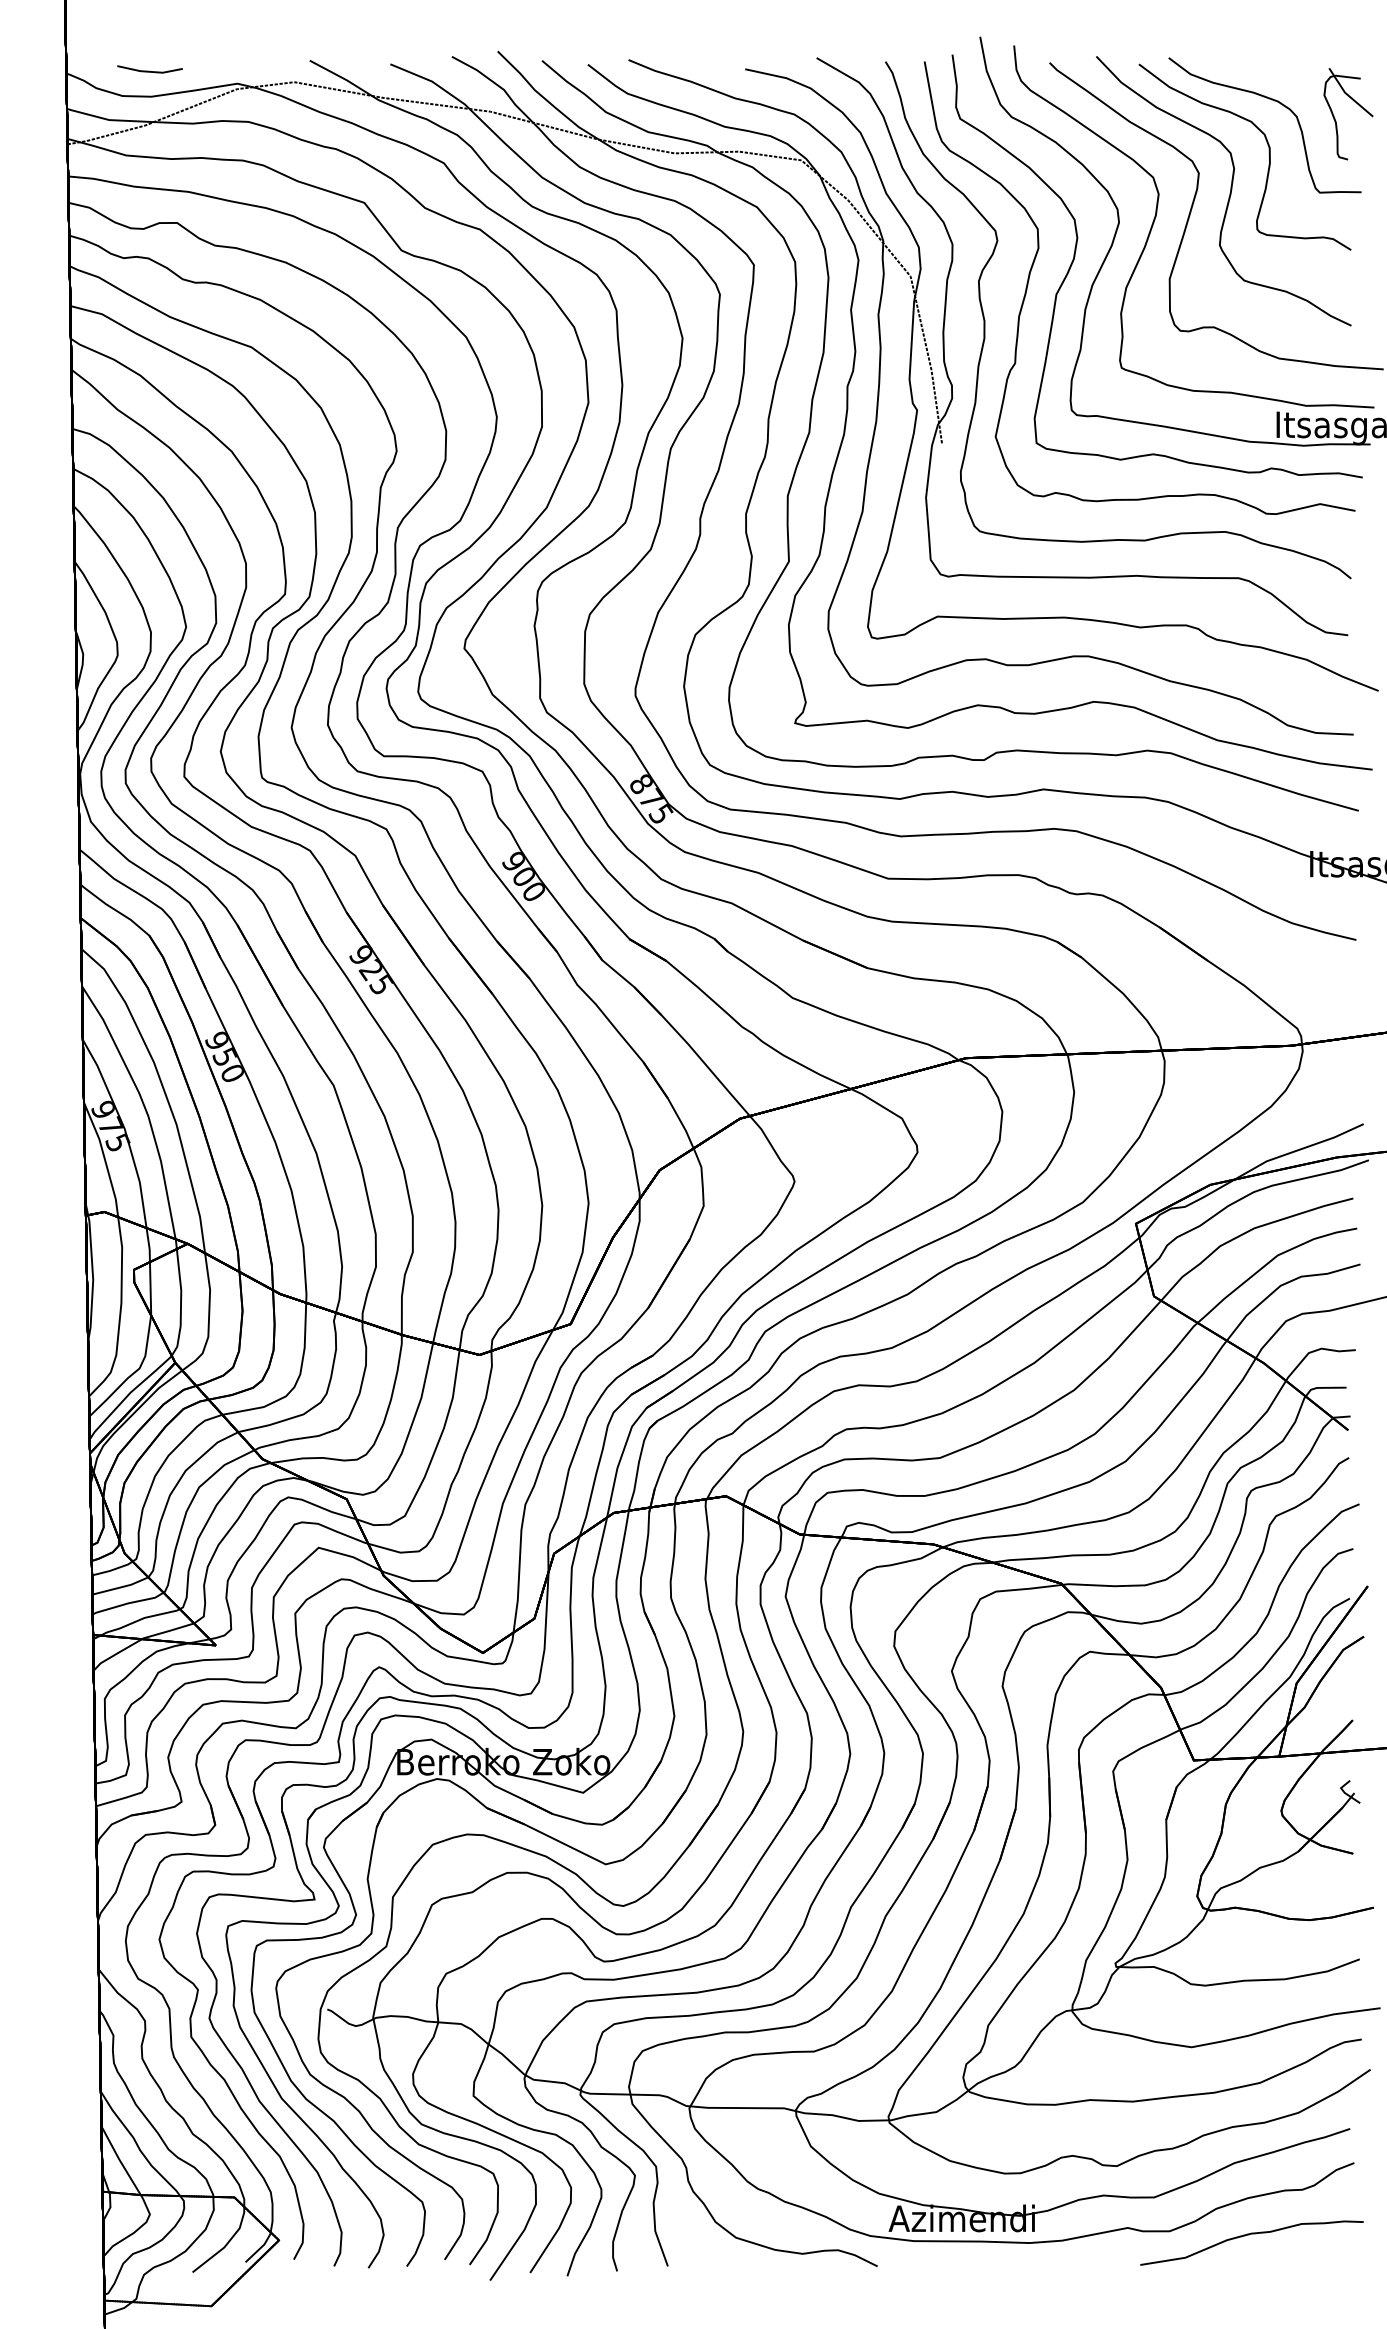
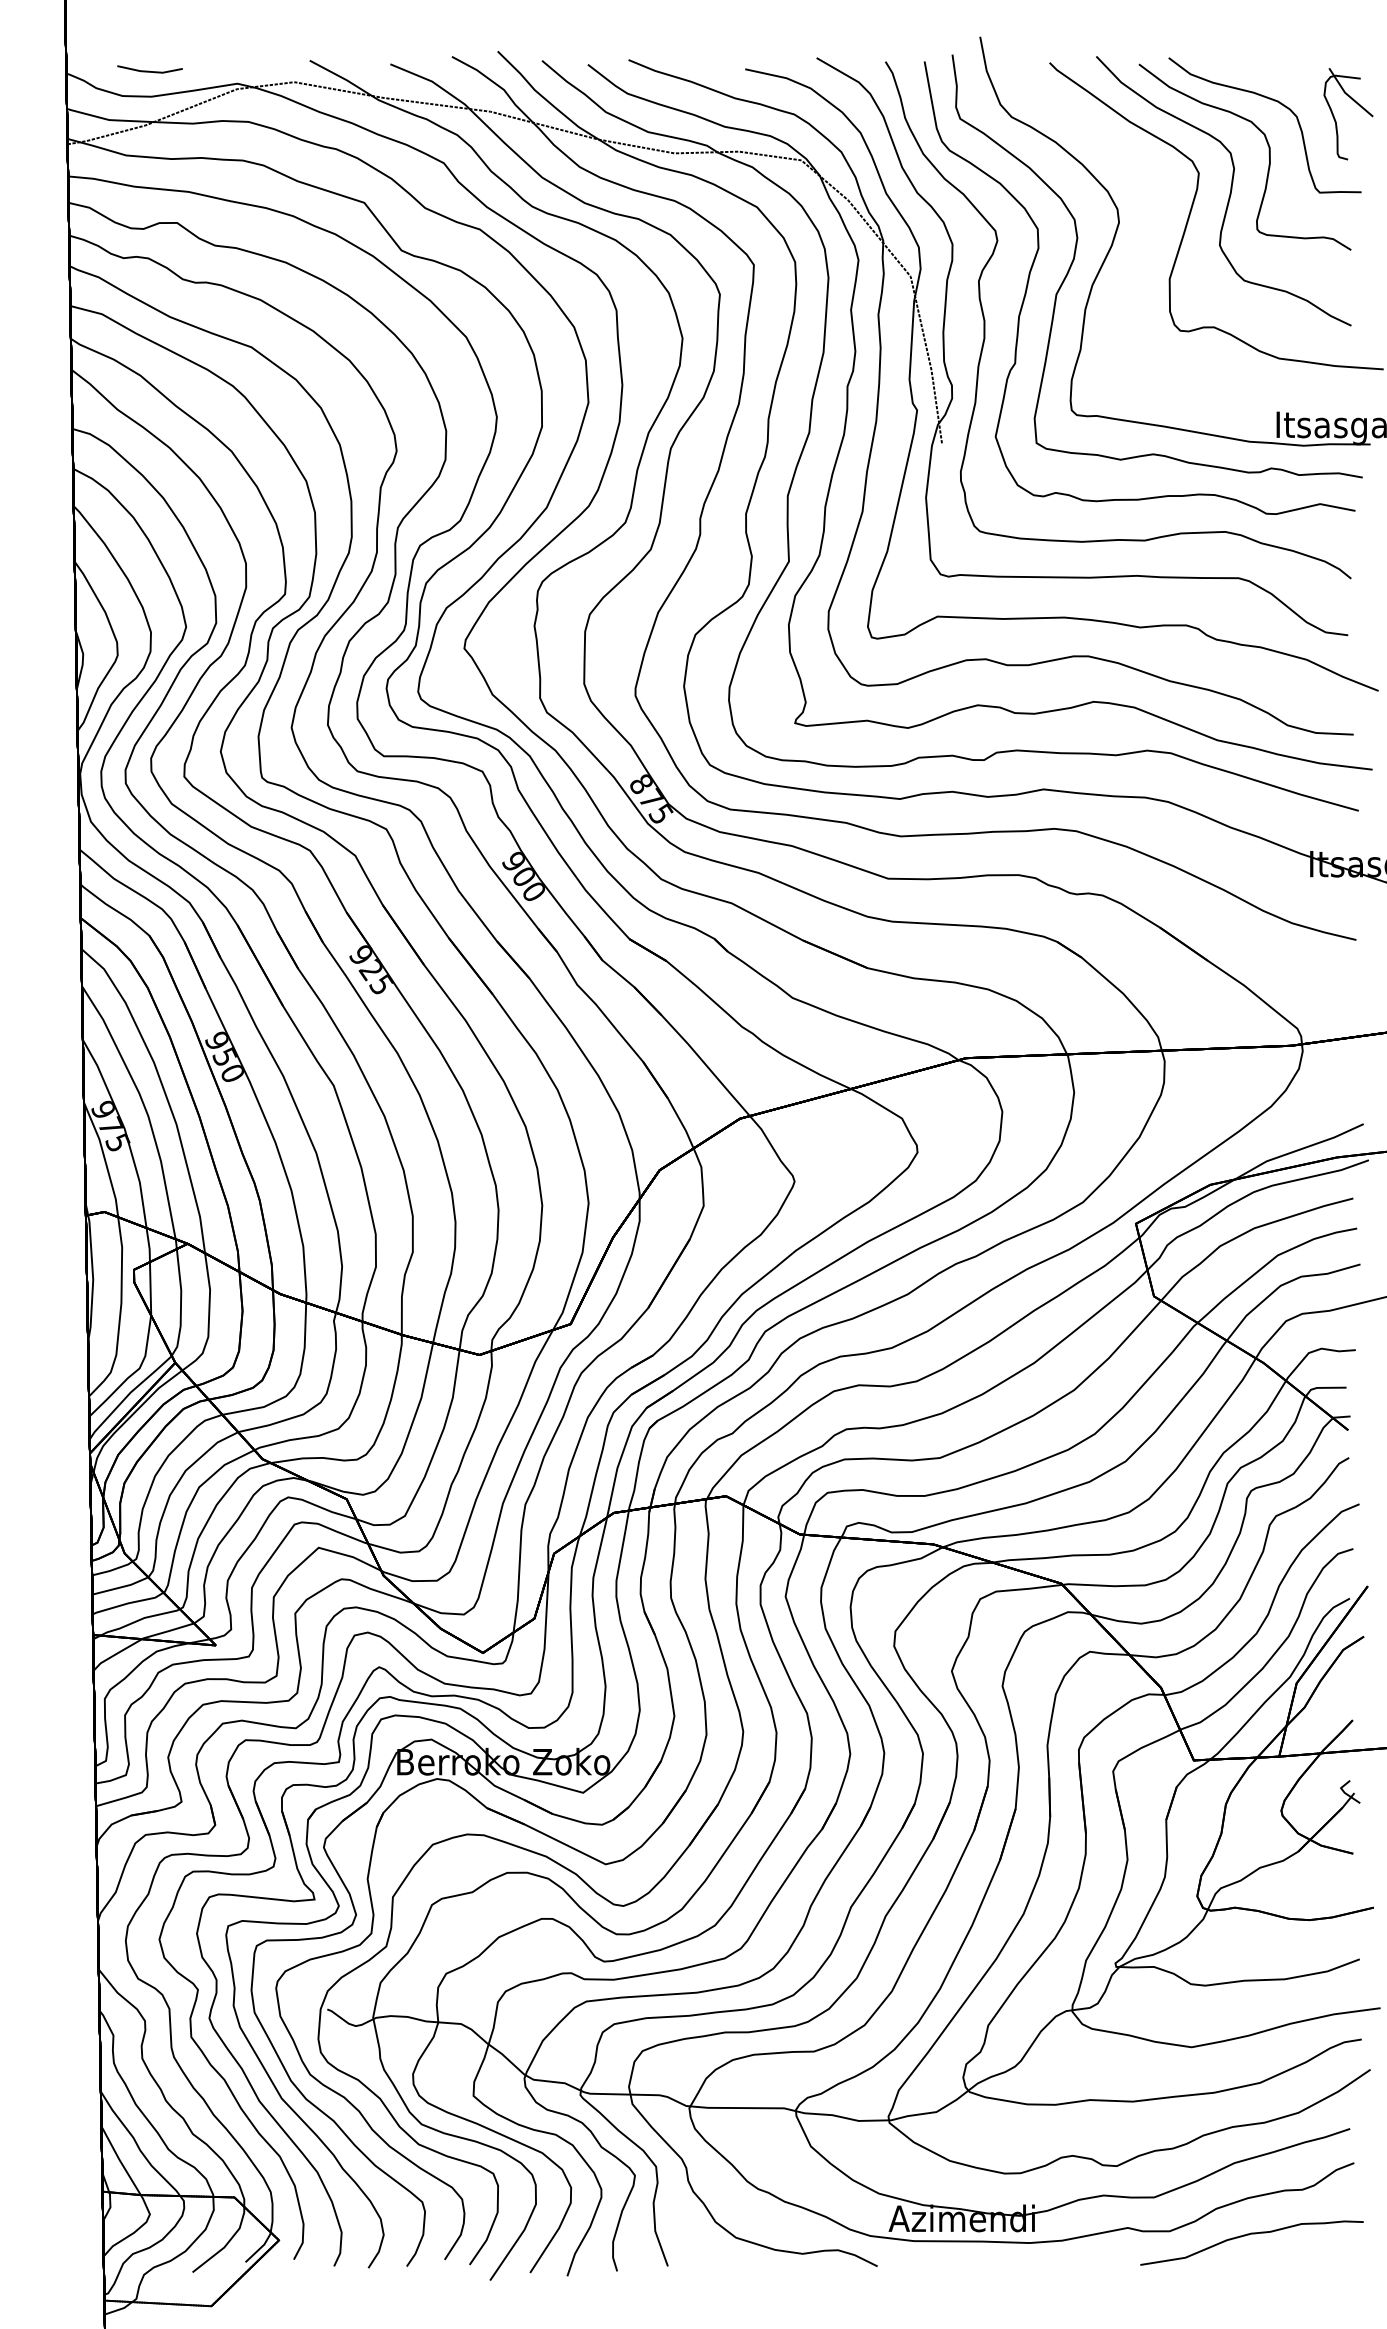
part at (1156, 217): present -> none
